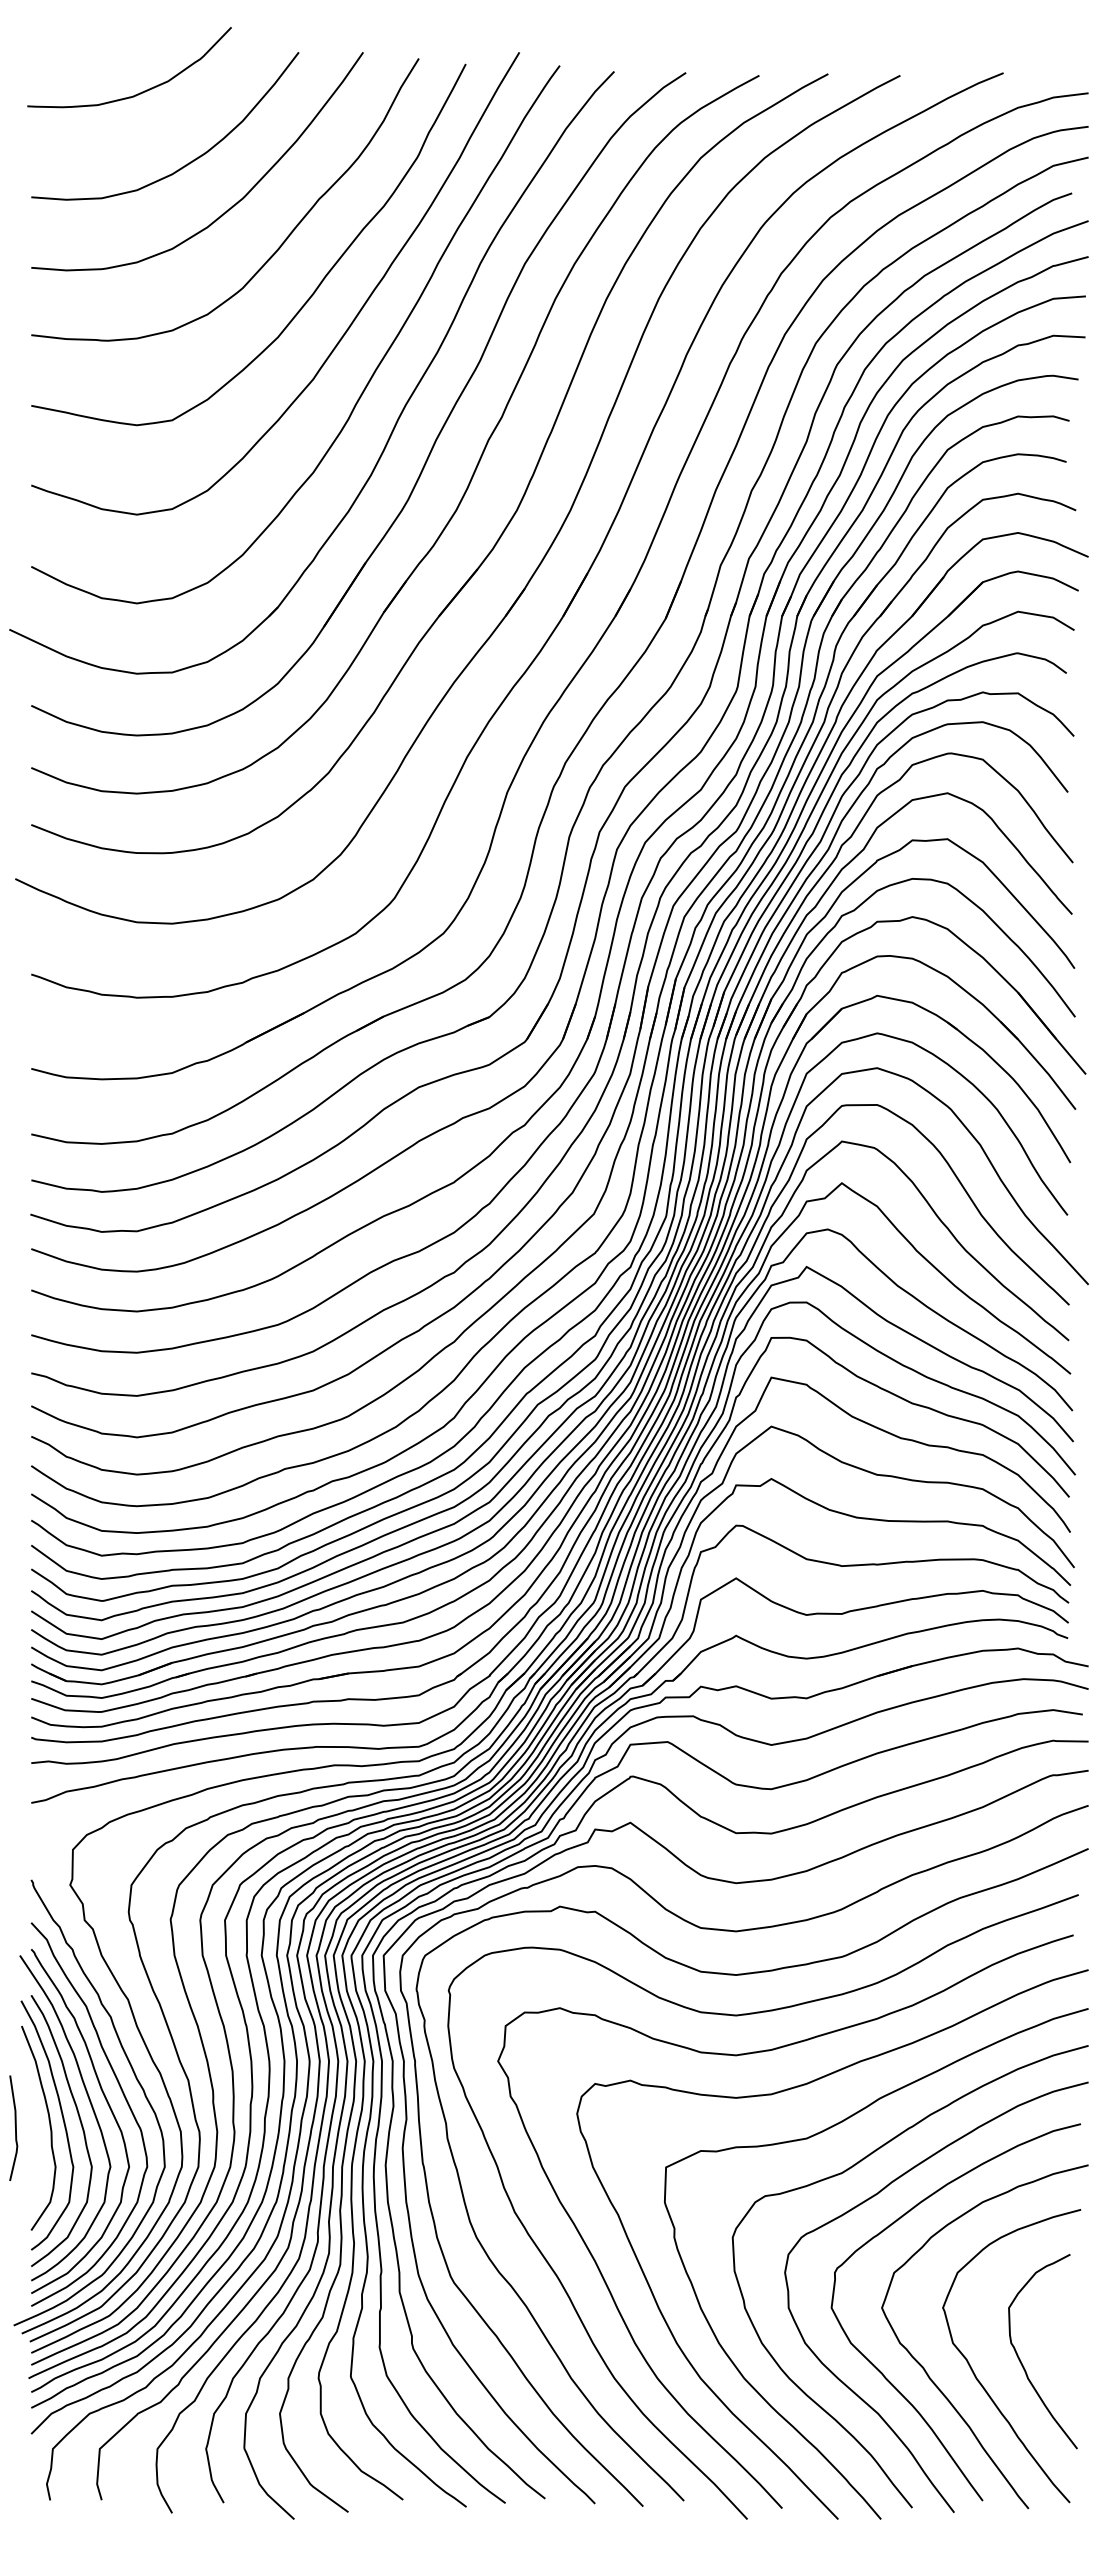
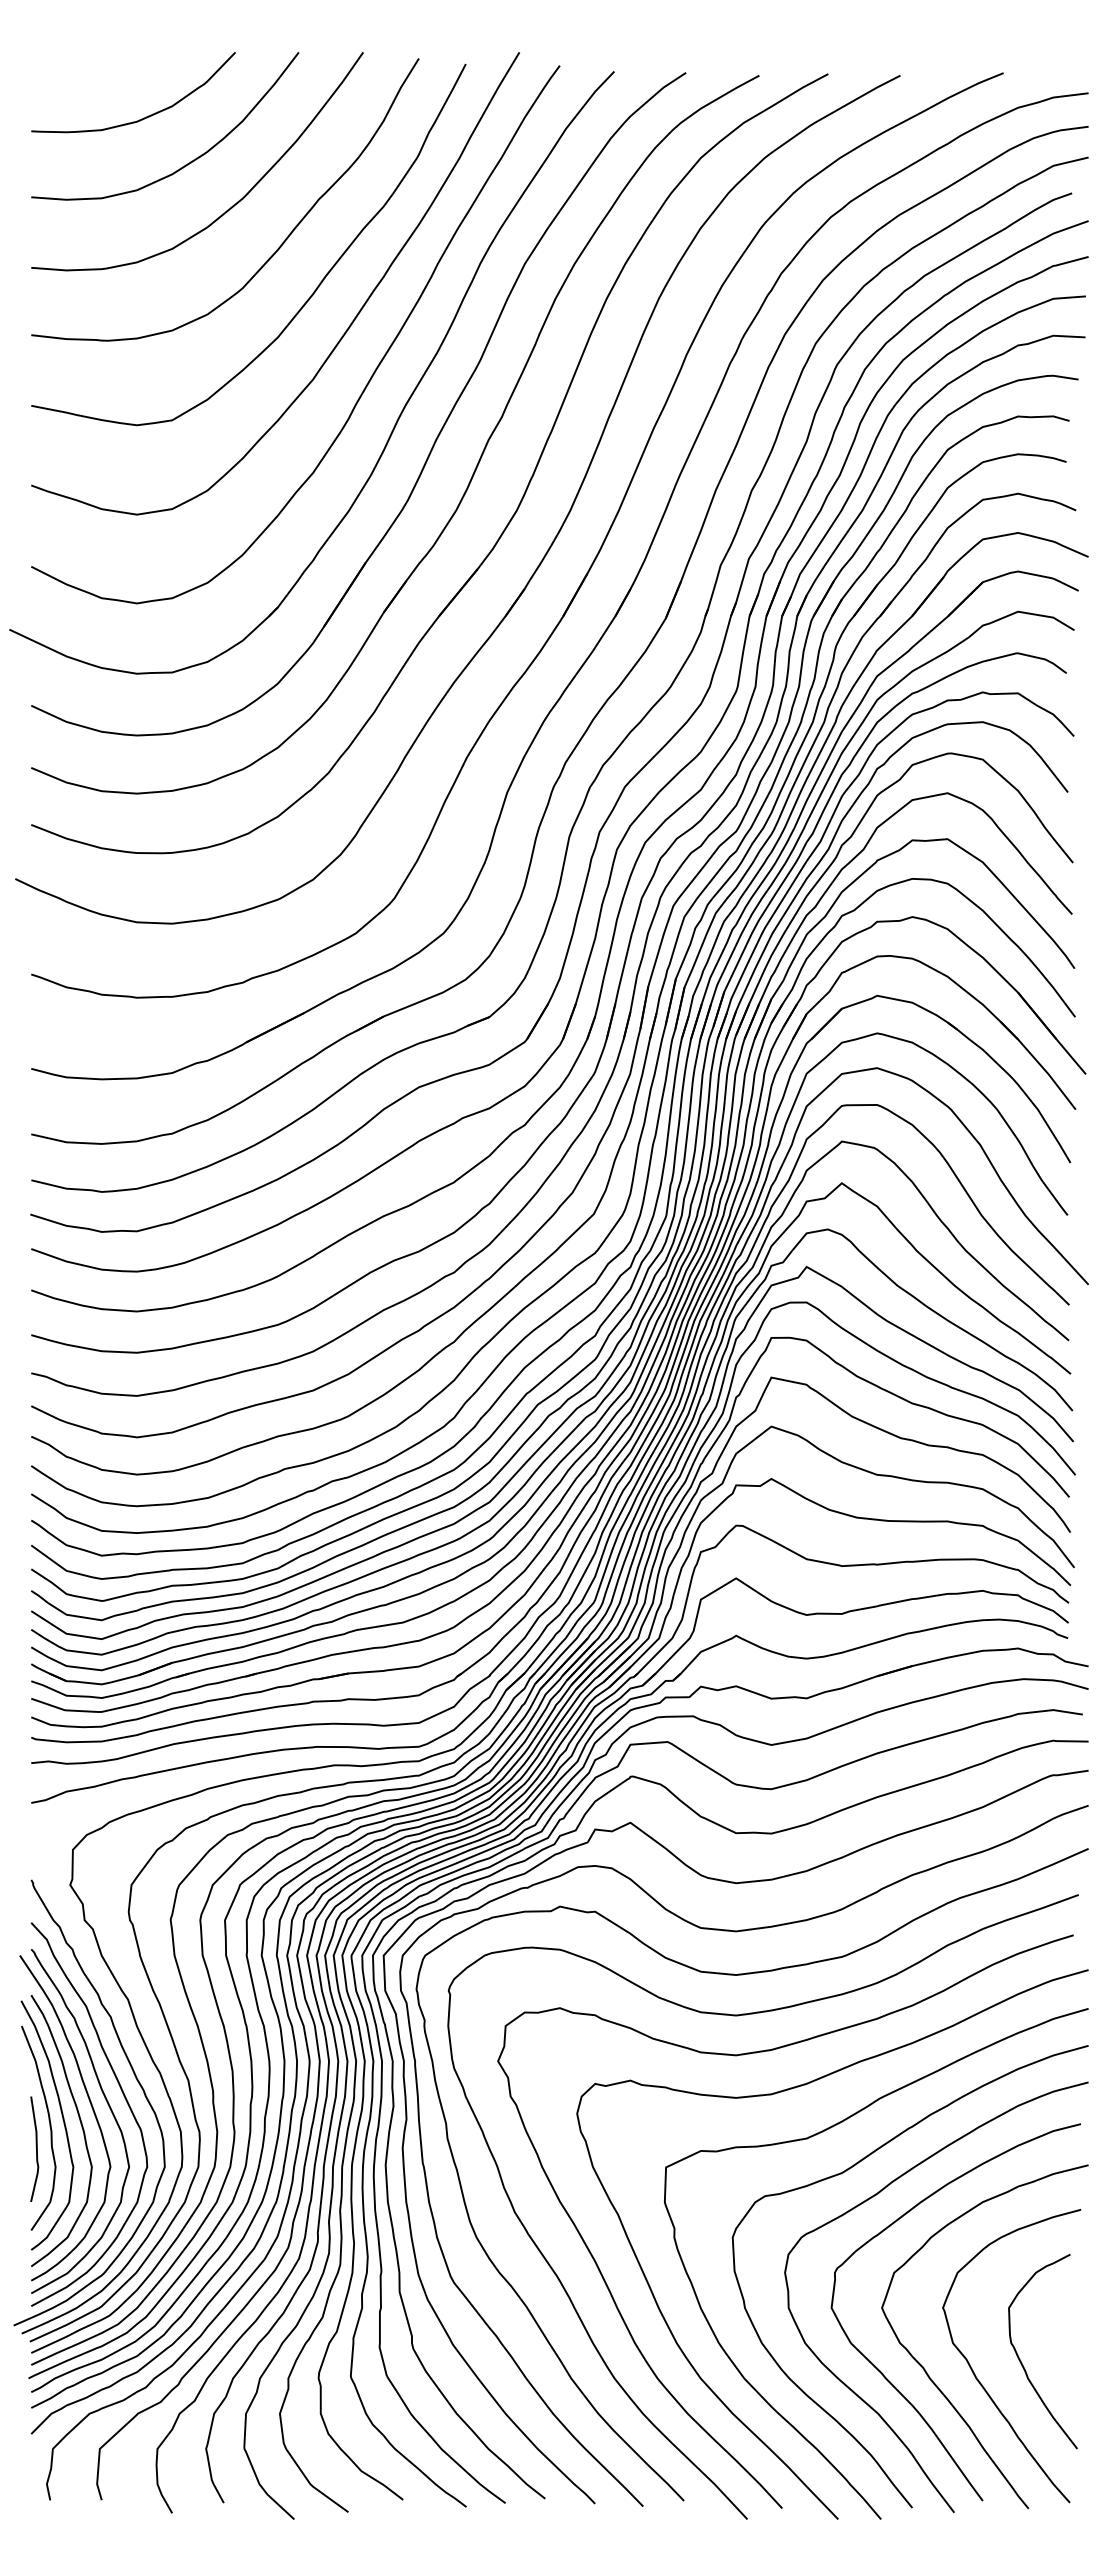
curve at (139, 92) position: (139, 92) -> (143, 117)
curve at (15, 2127) position: (15, 2127) -> (36, 2148)
